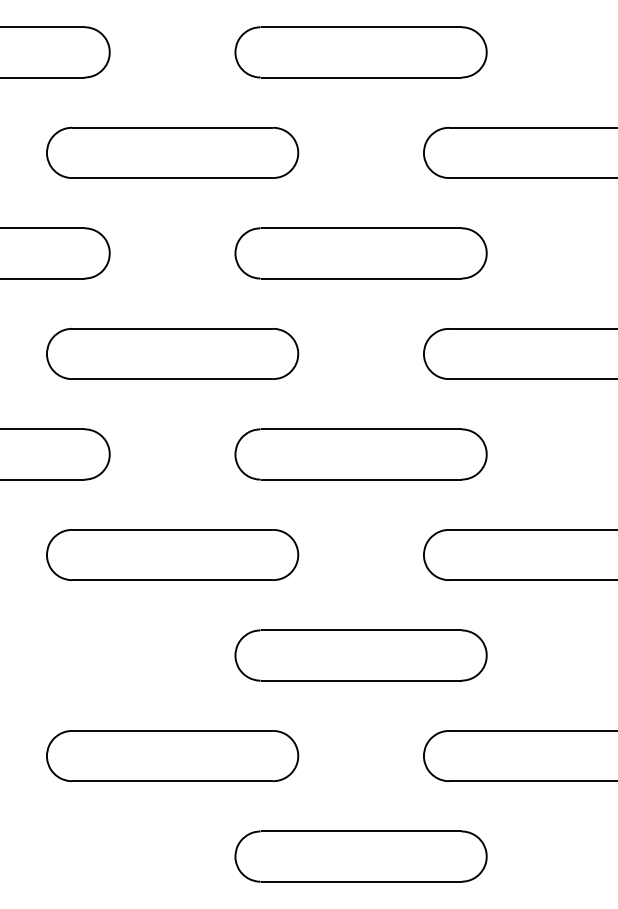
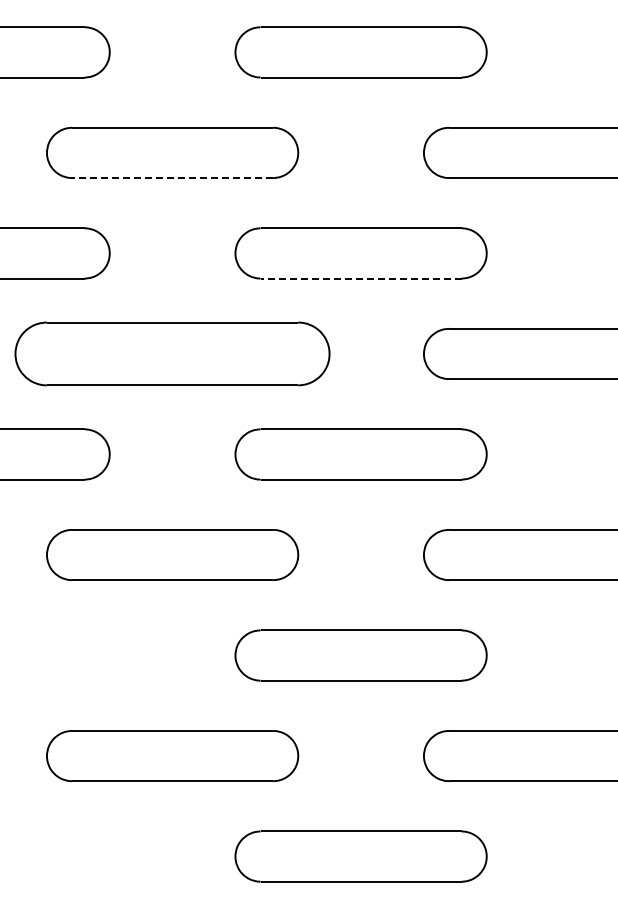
line at (172, 178): solid -> dashed
line at (361, 278): solid -> dashed
part at (172, 353) size: 254x52 px -> 317x66 px
